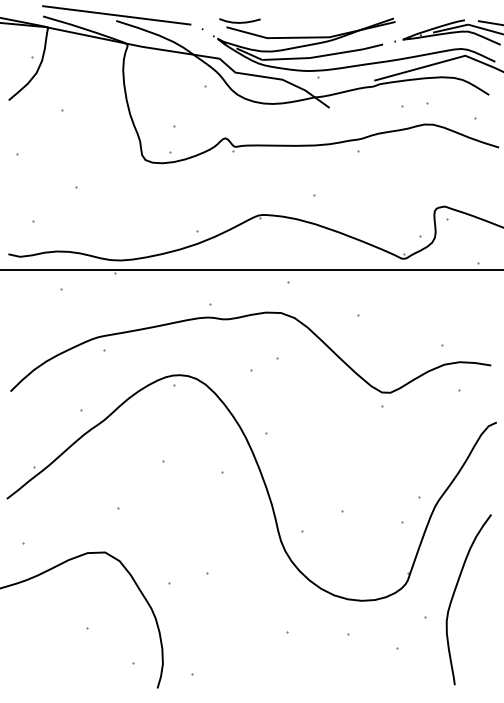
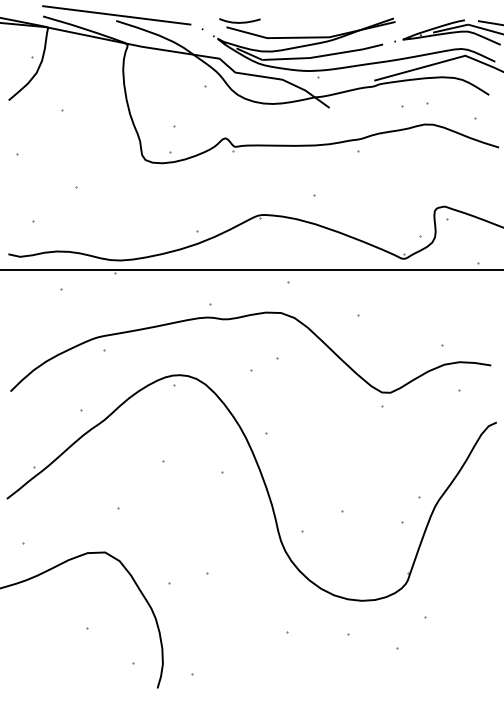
curve at (454, 595): present -> none
